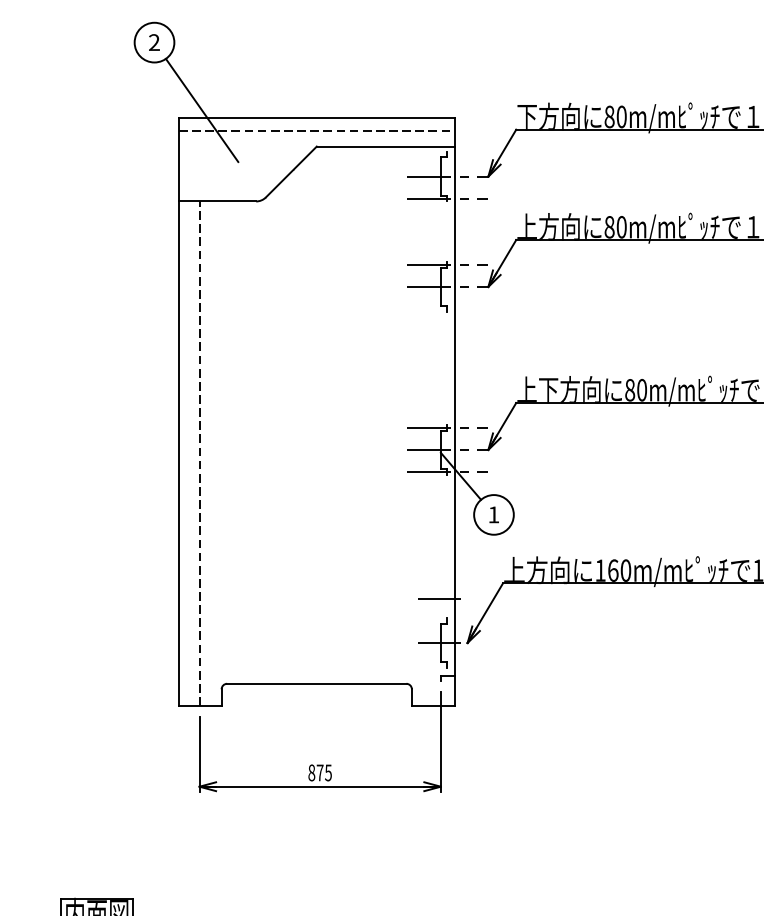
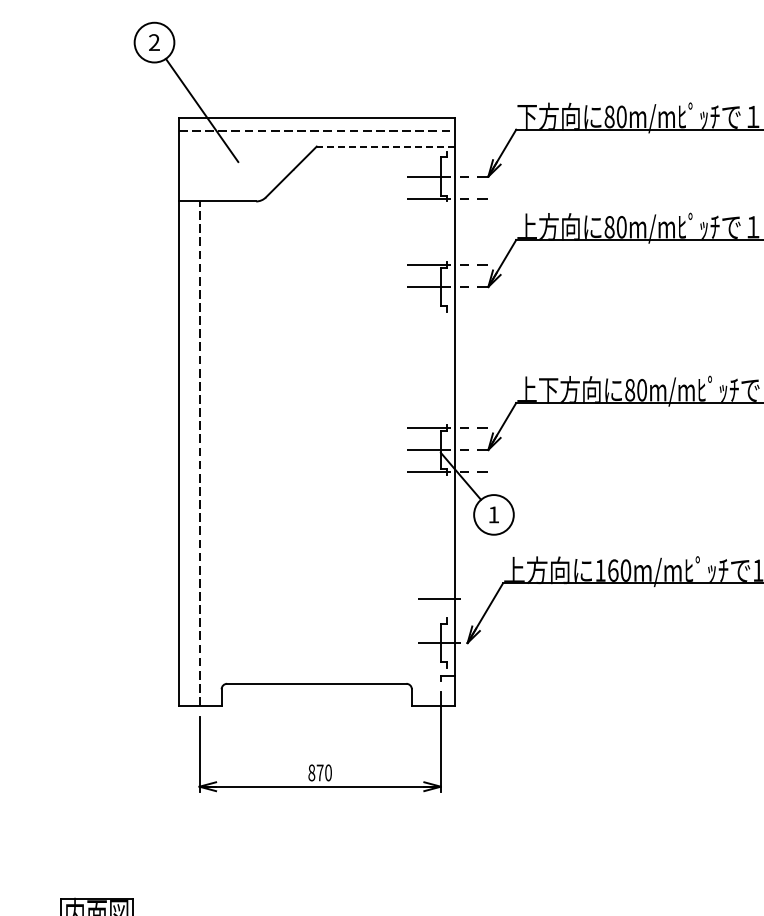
line at (385, 146): solid -> dashed
text at (328, 772): 875 -> 870
